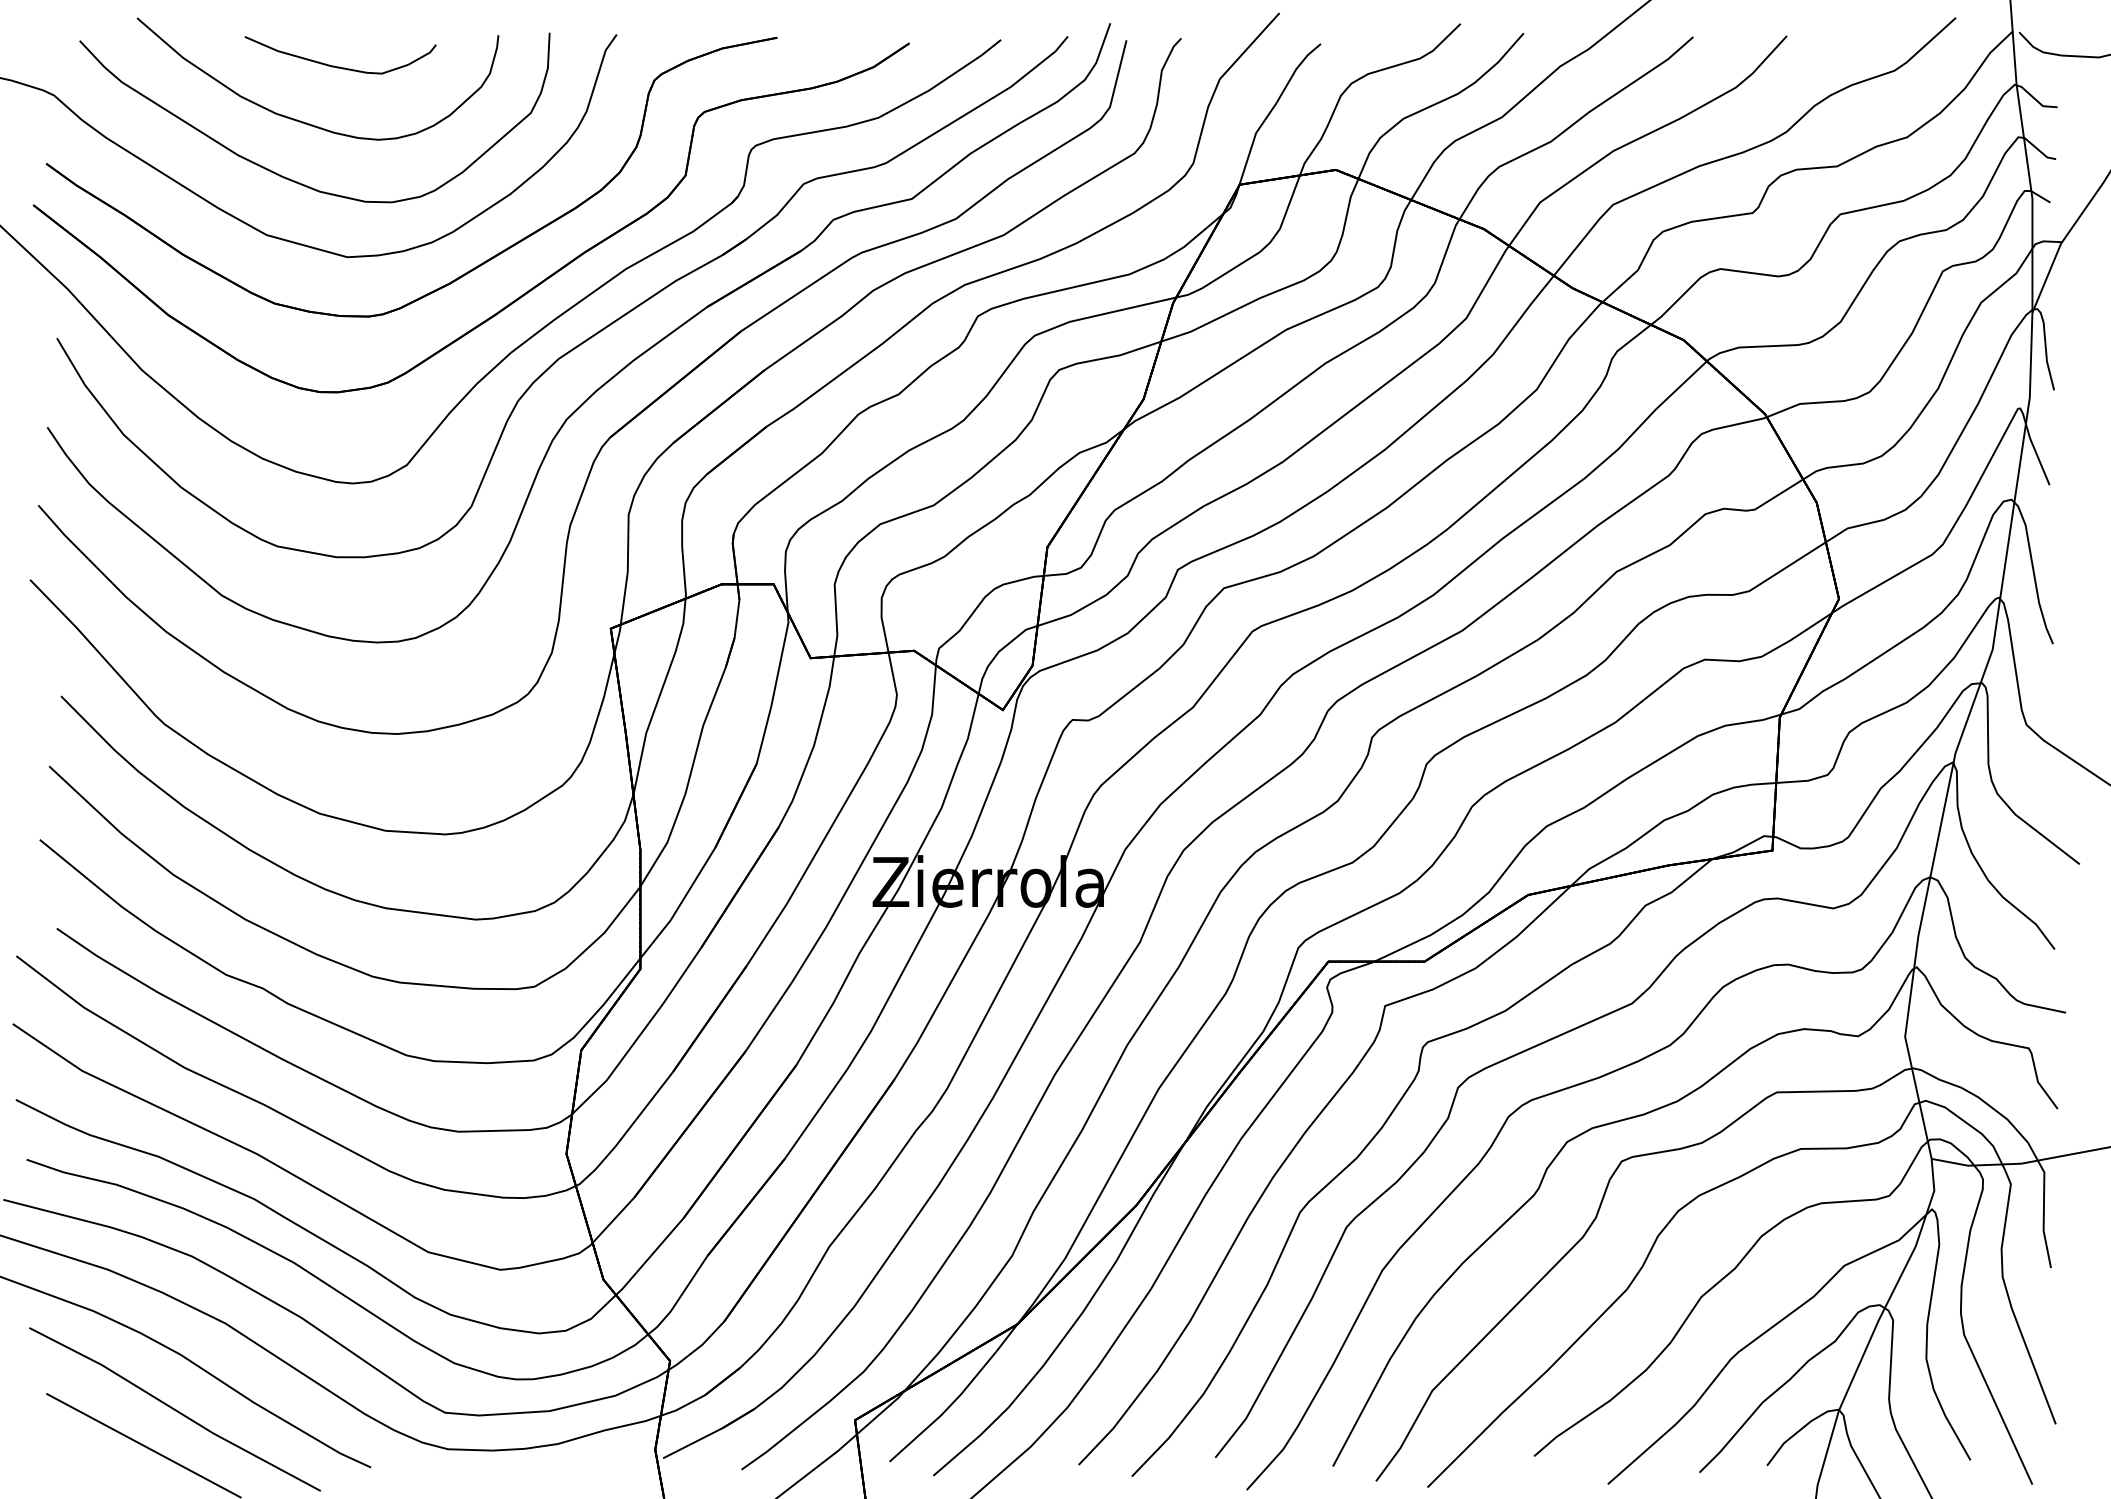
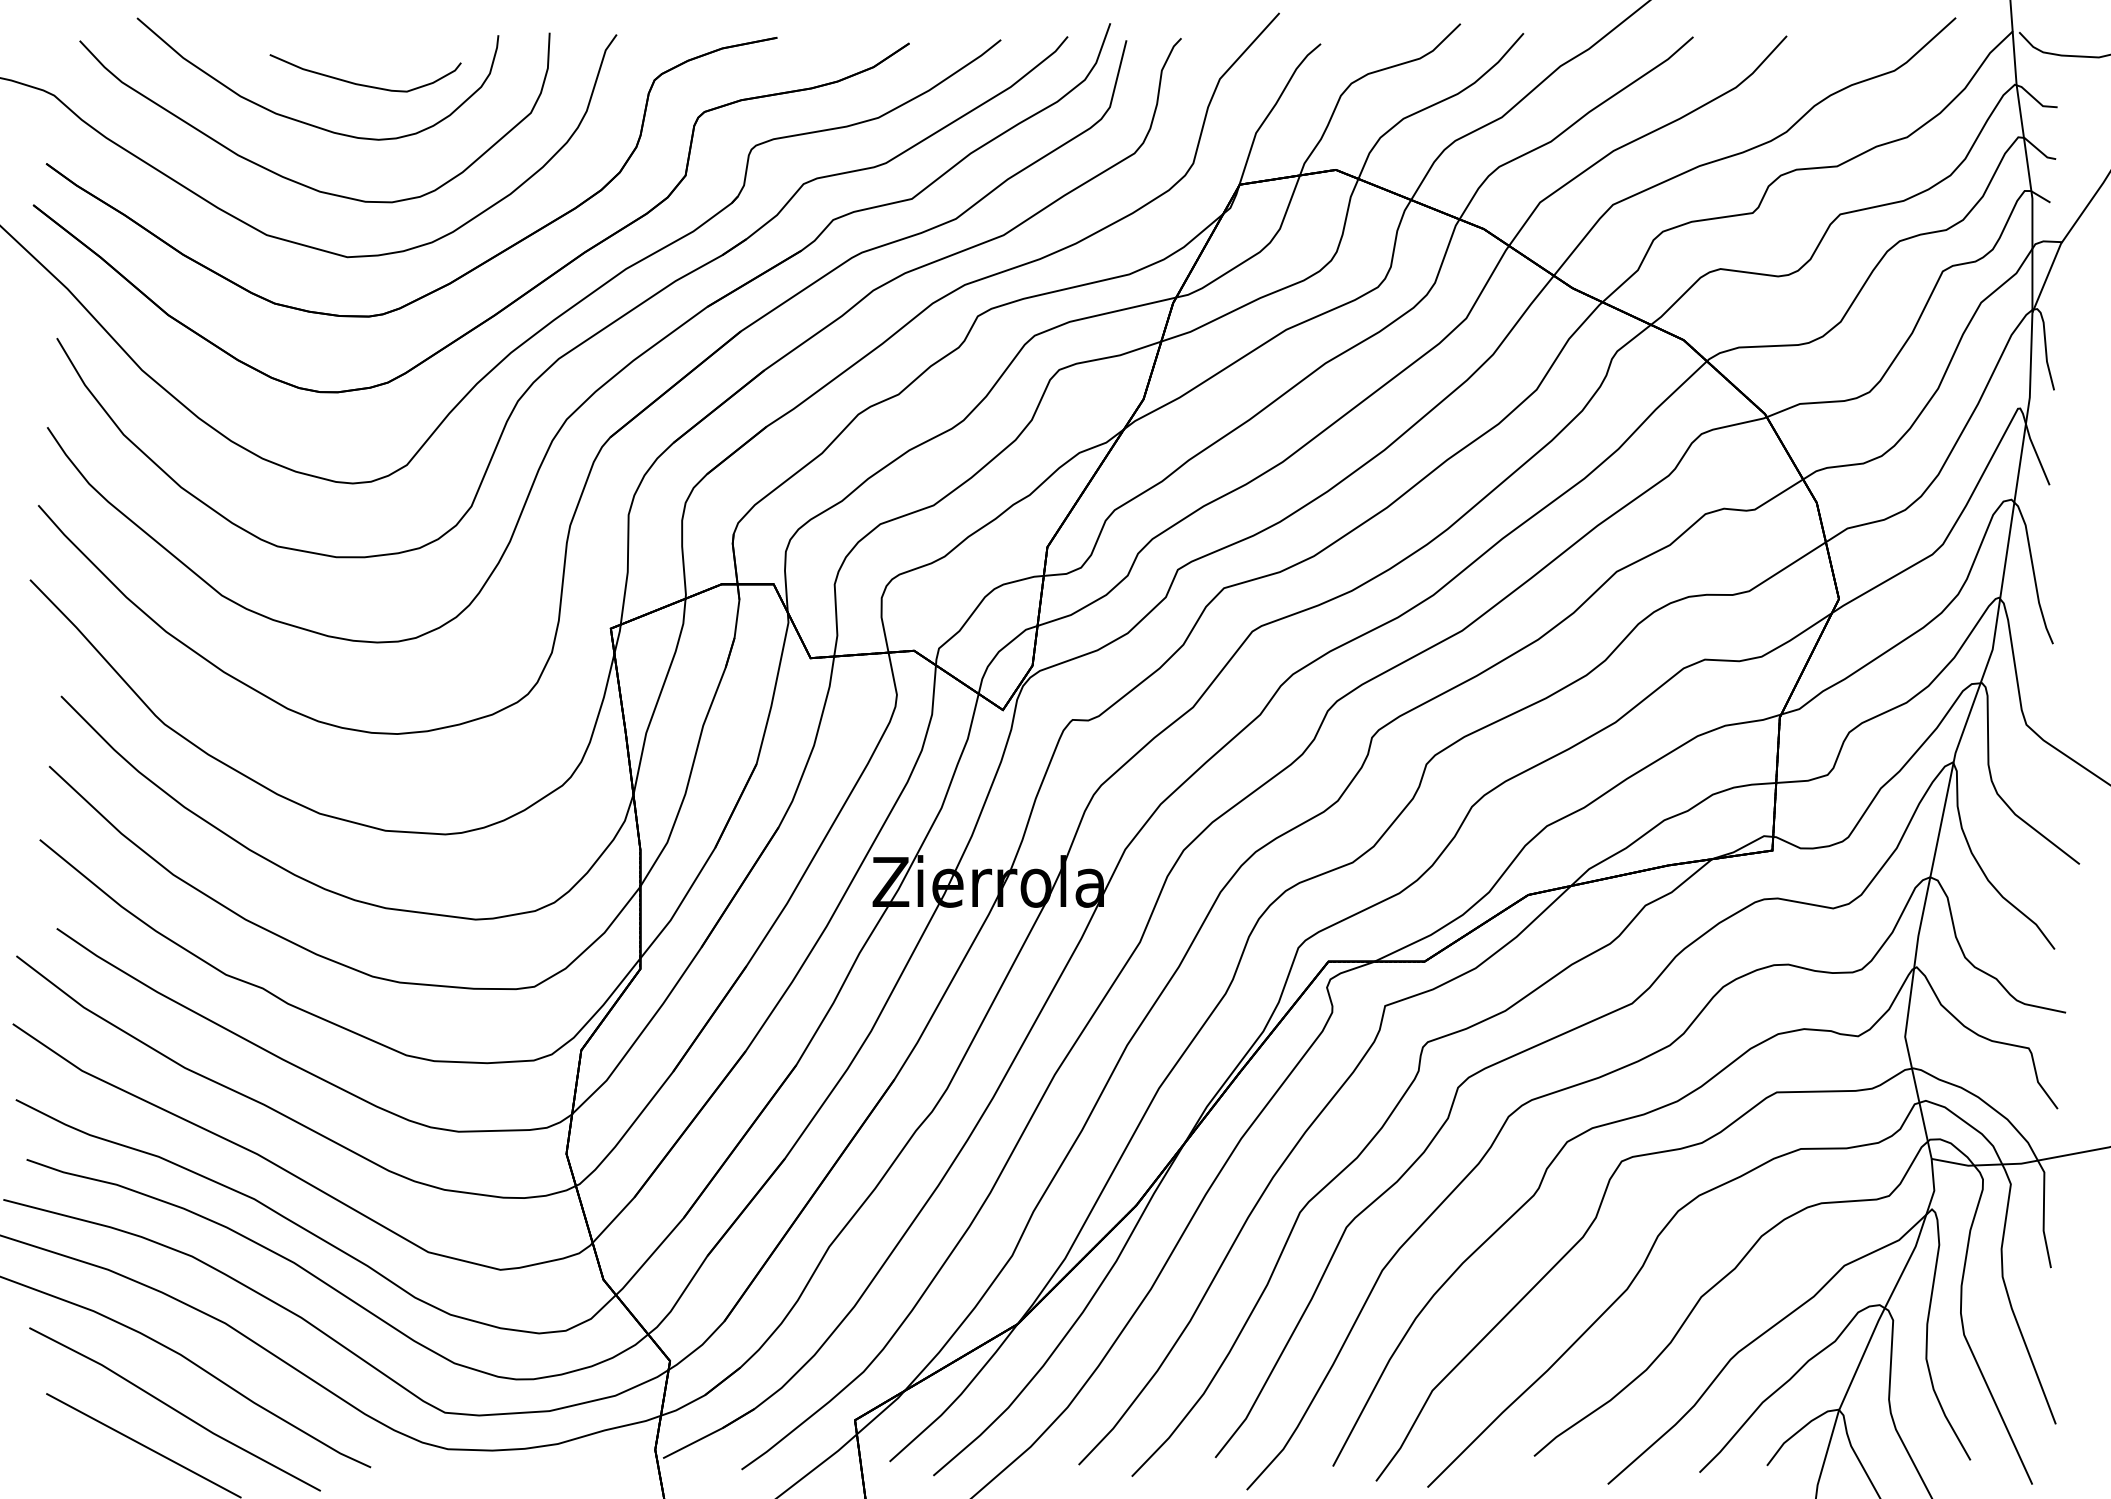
curve at (339, 66) position: (339, 66) -> (364, 84)
